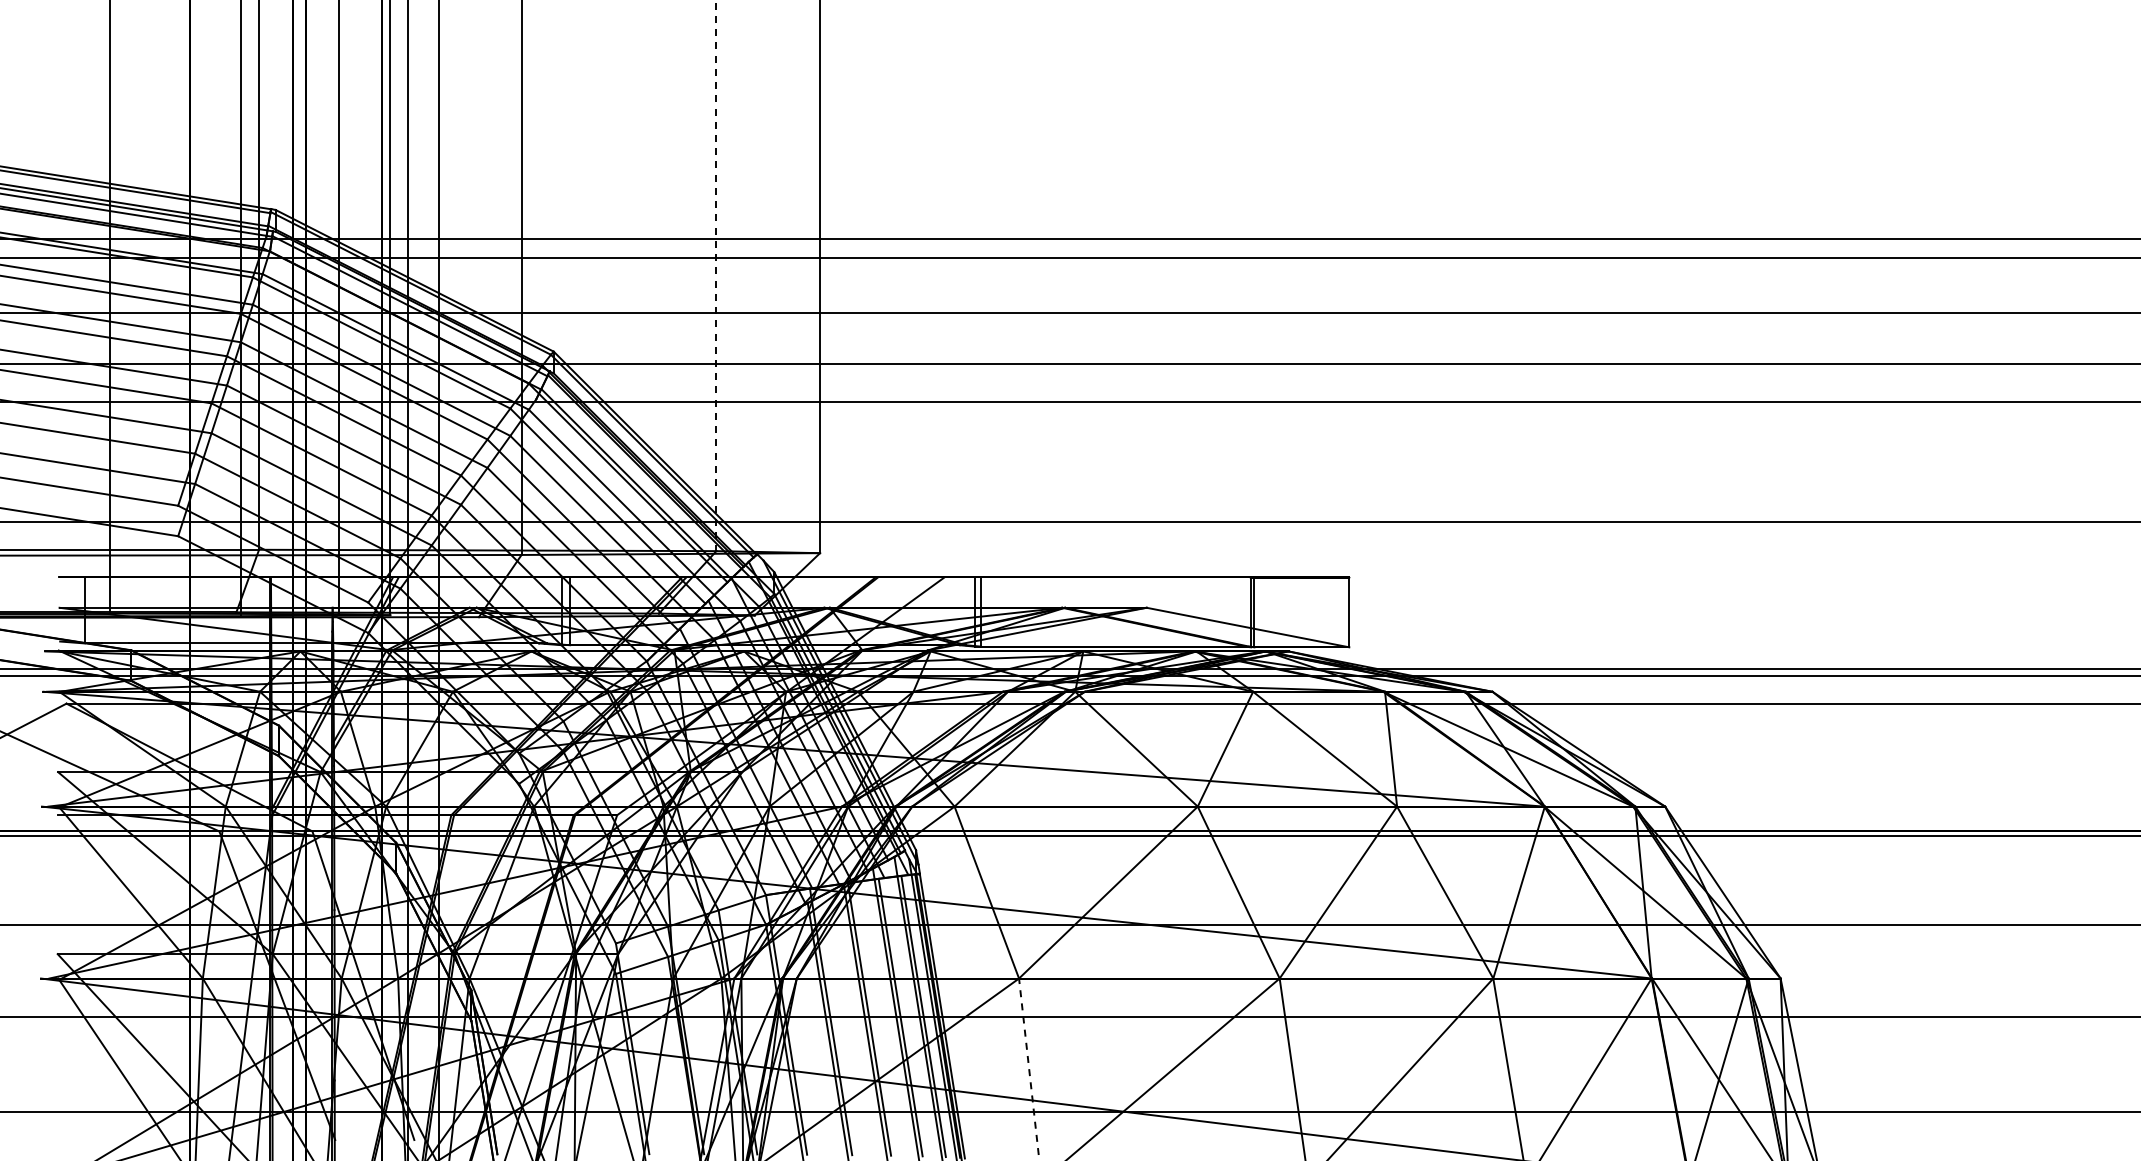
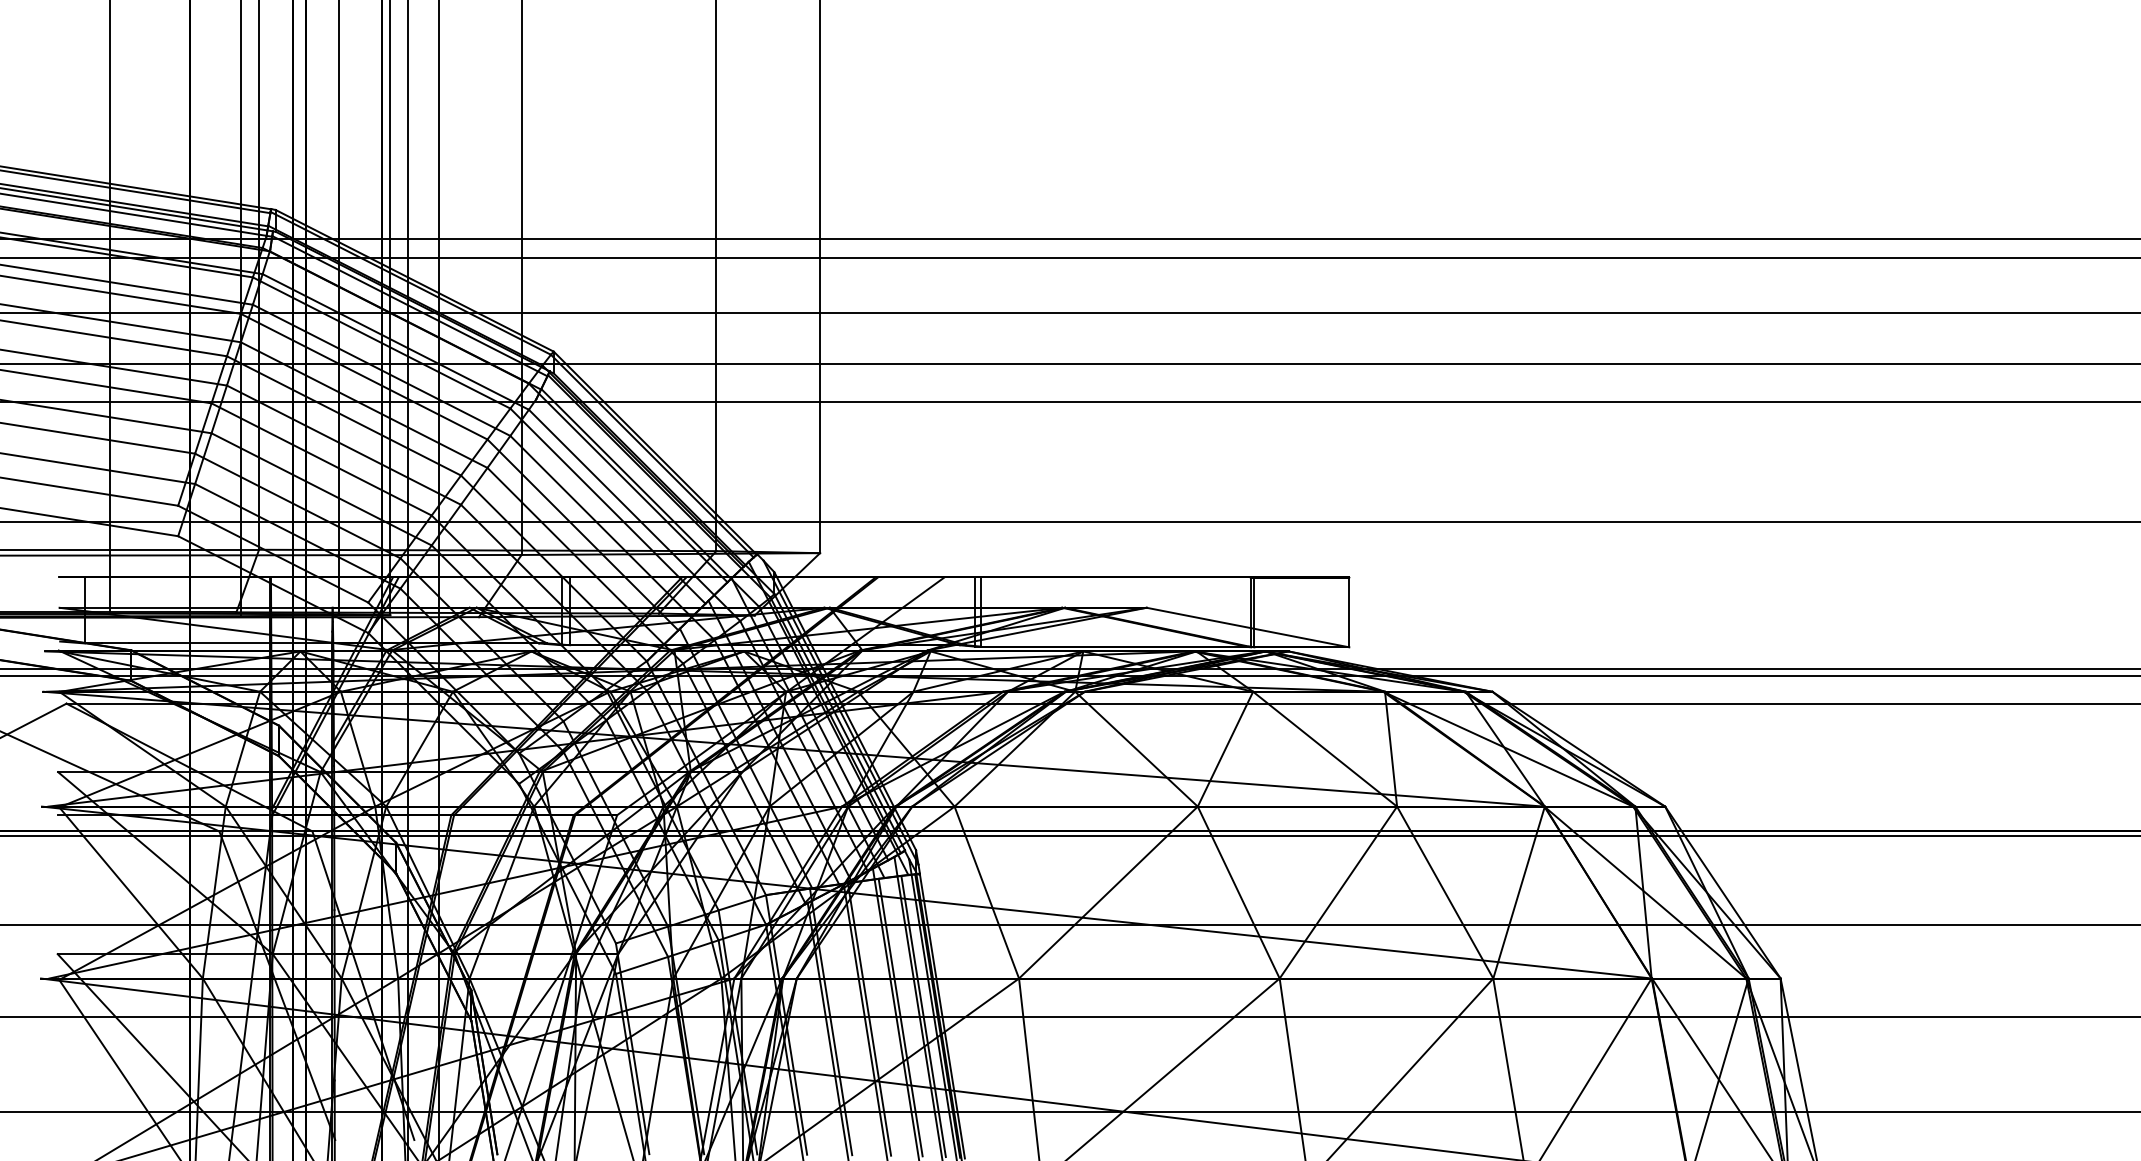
line at (716, 276): dashed -> solid
line at (1029, 1069): dashed -> solid
